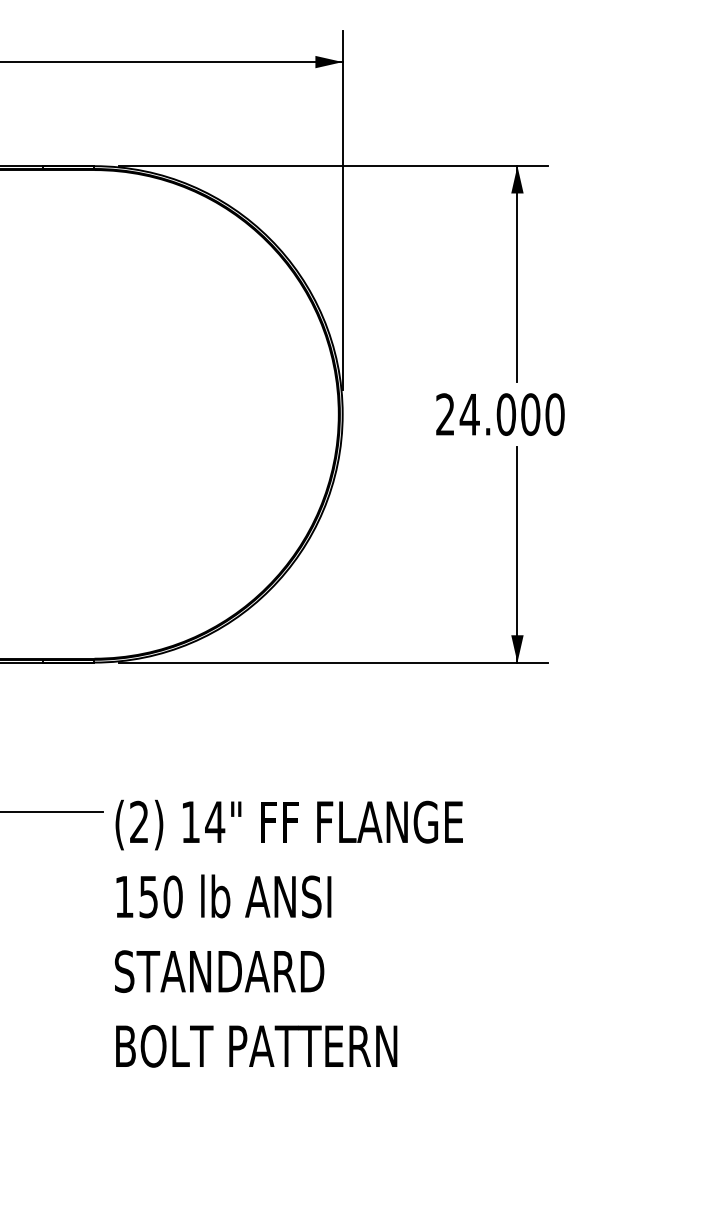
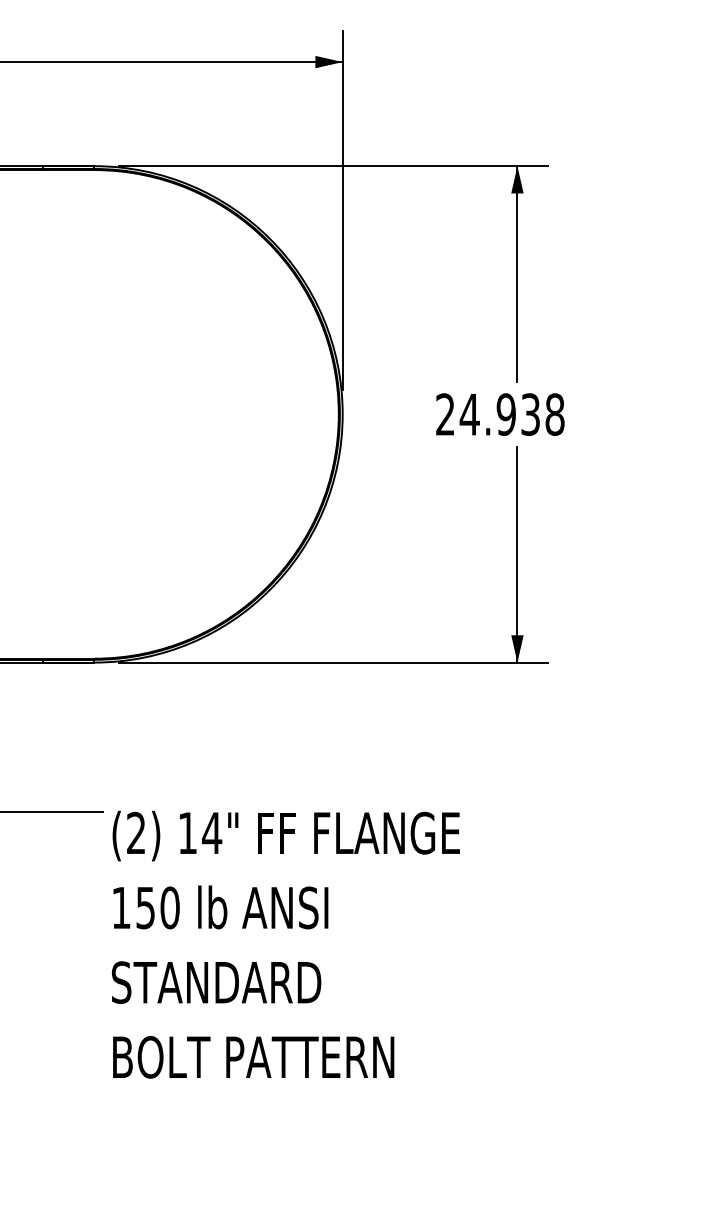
text at (530, 414): 24.000 -> 24.938
text at (288, 933) position: (288, 933) -> (285, 944)
